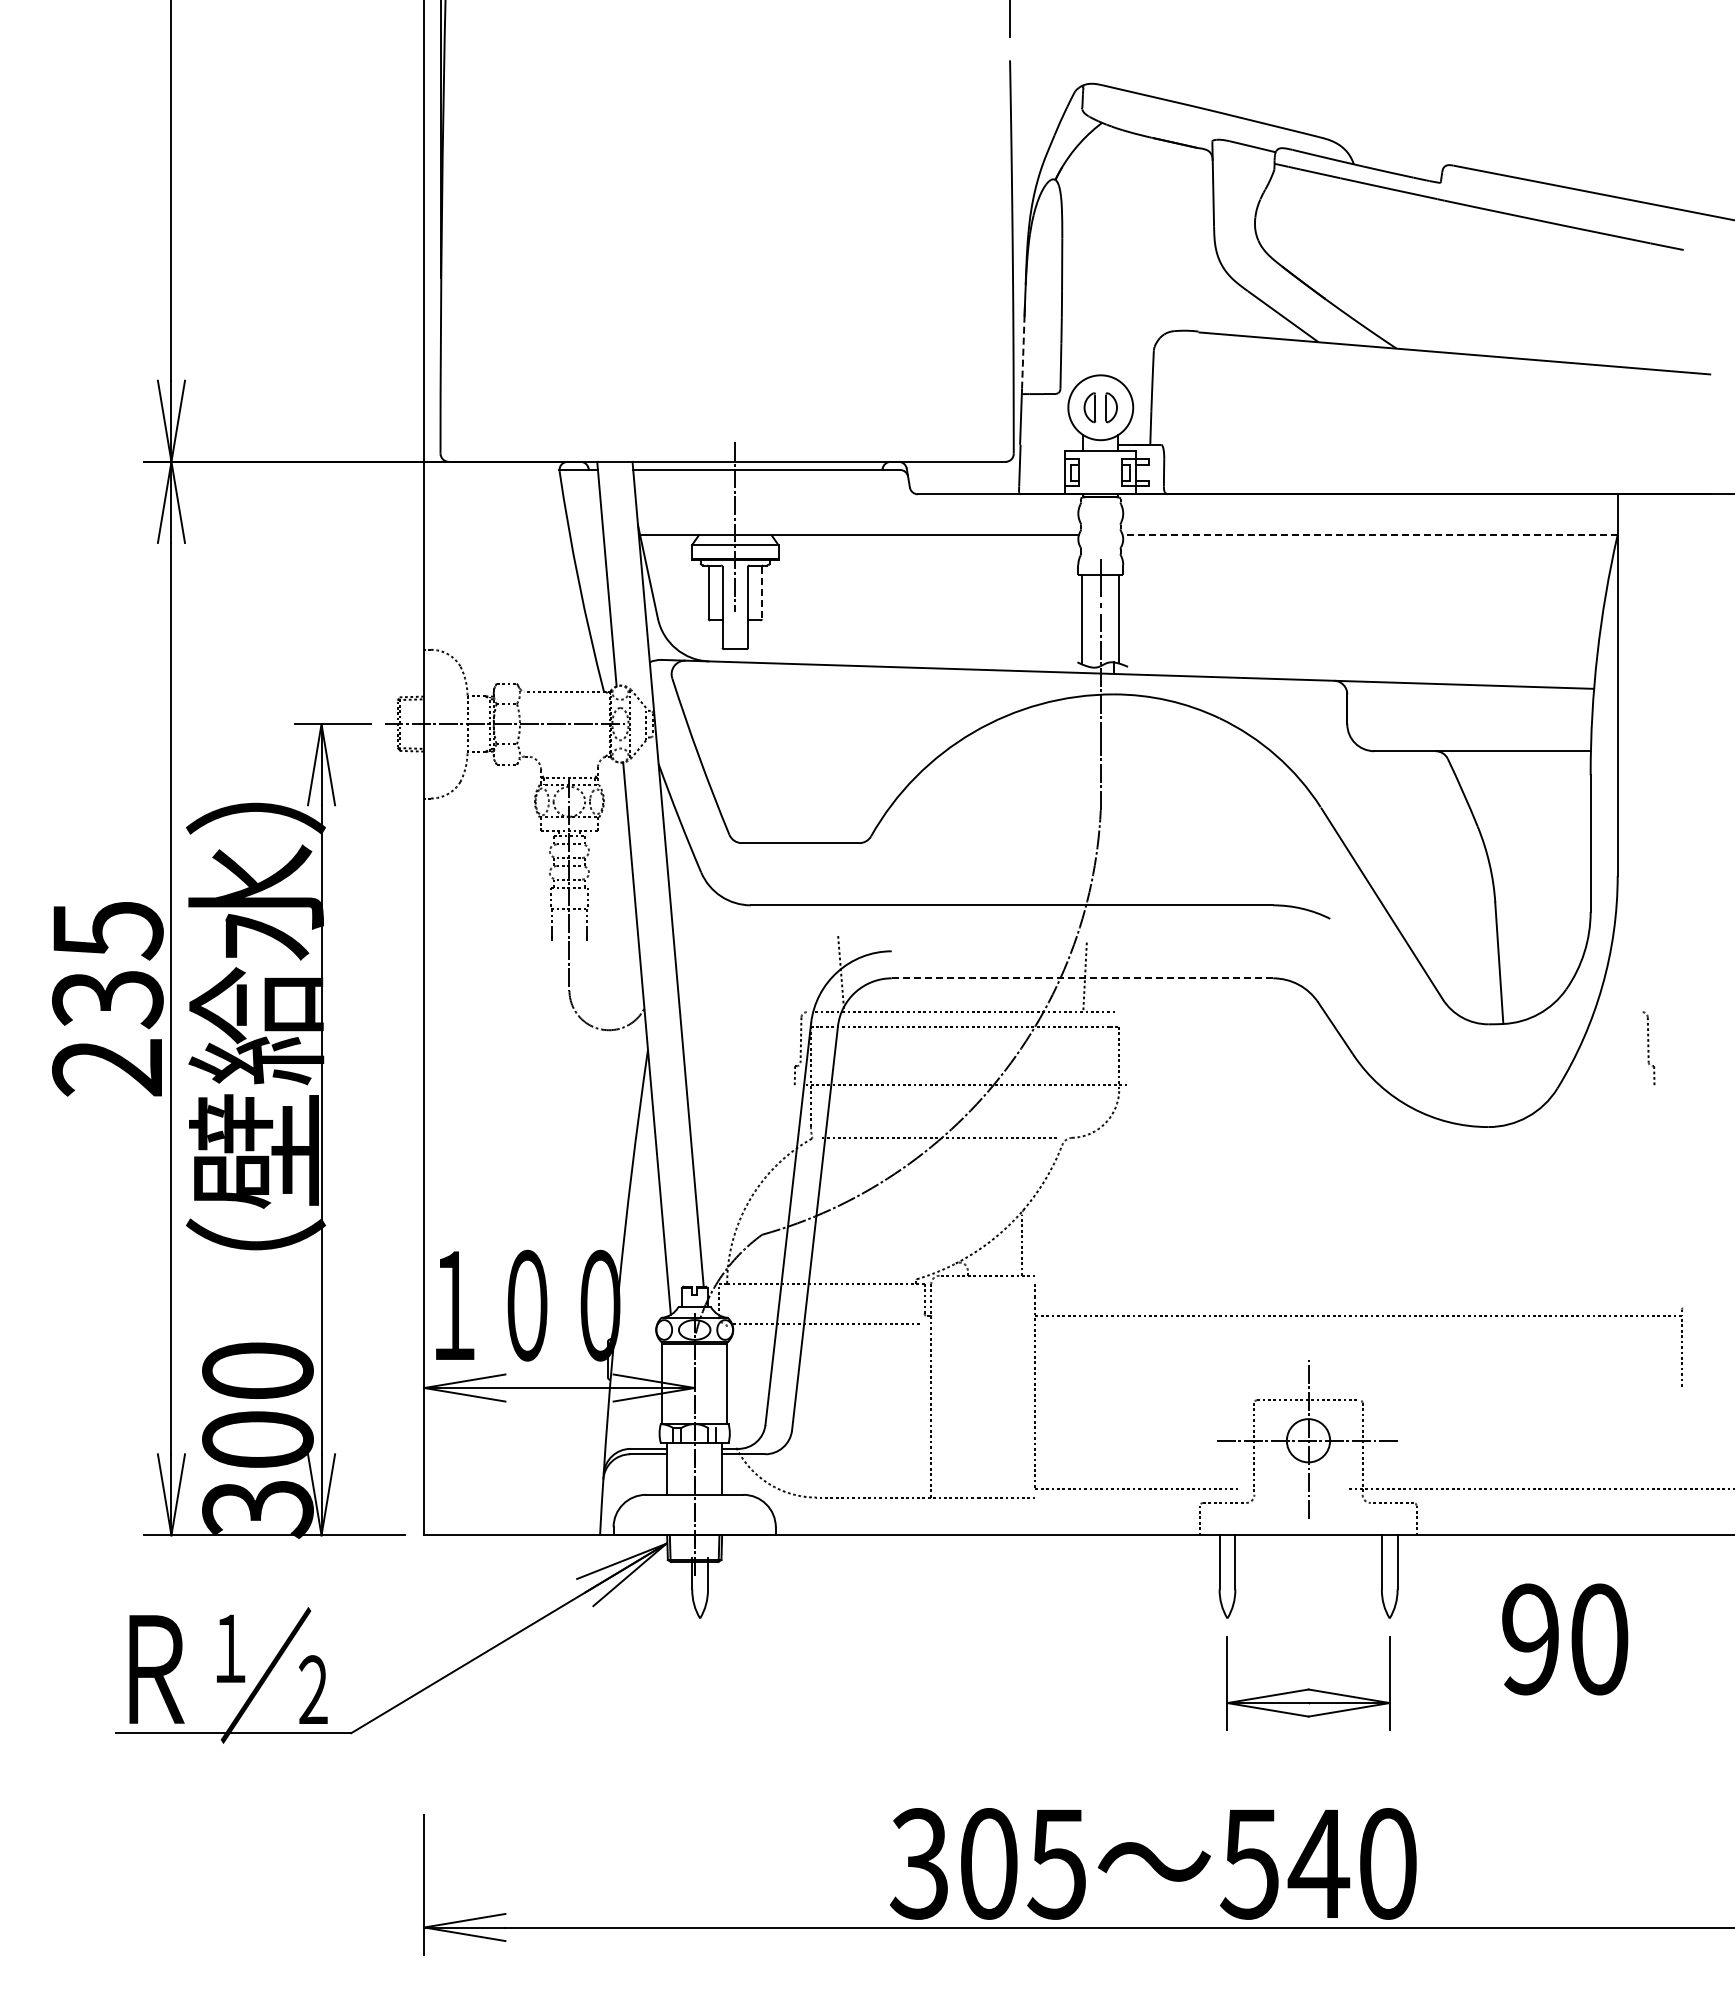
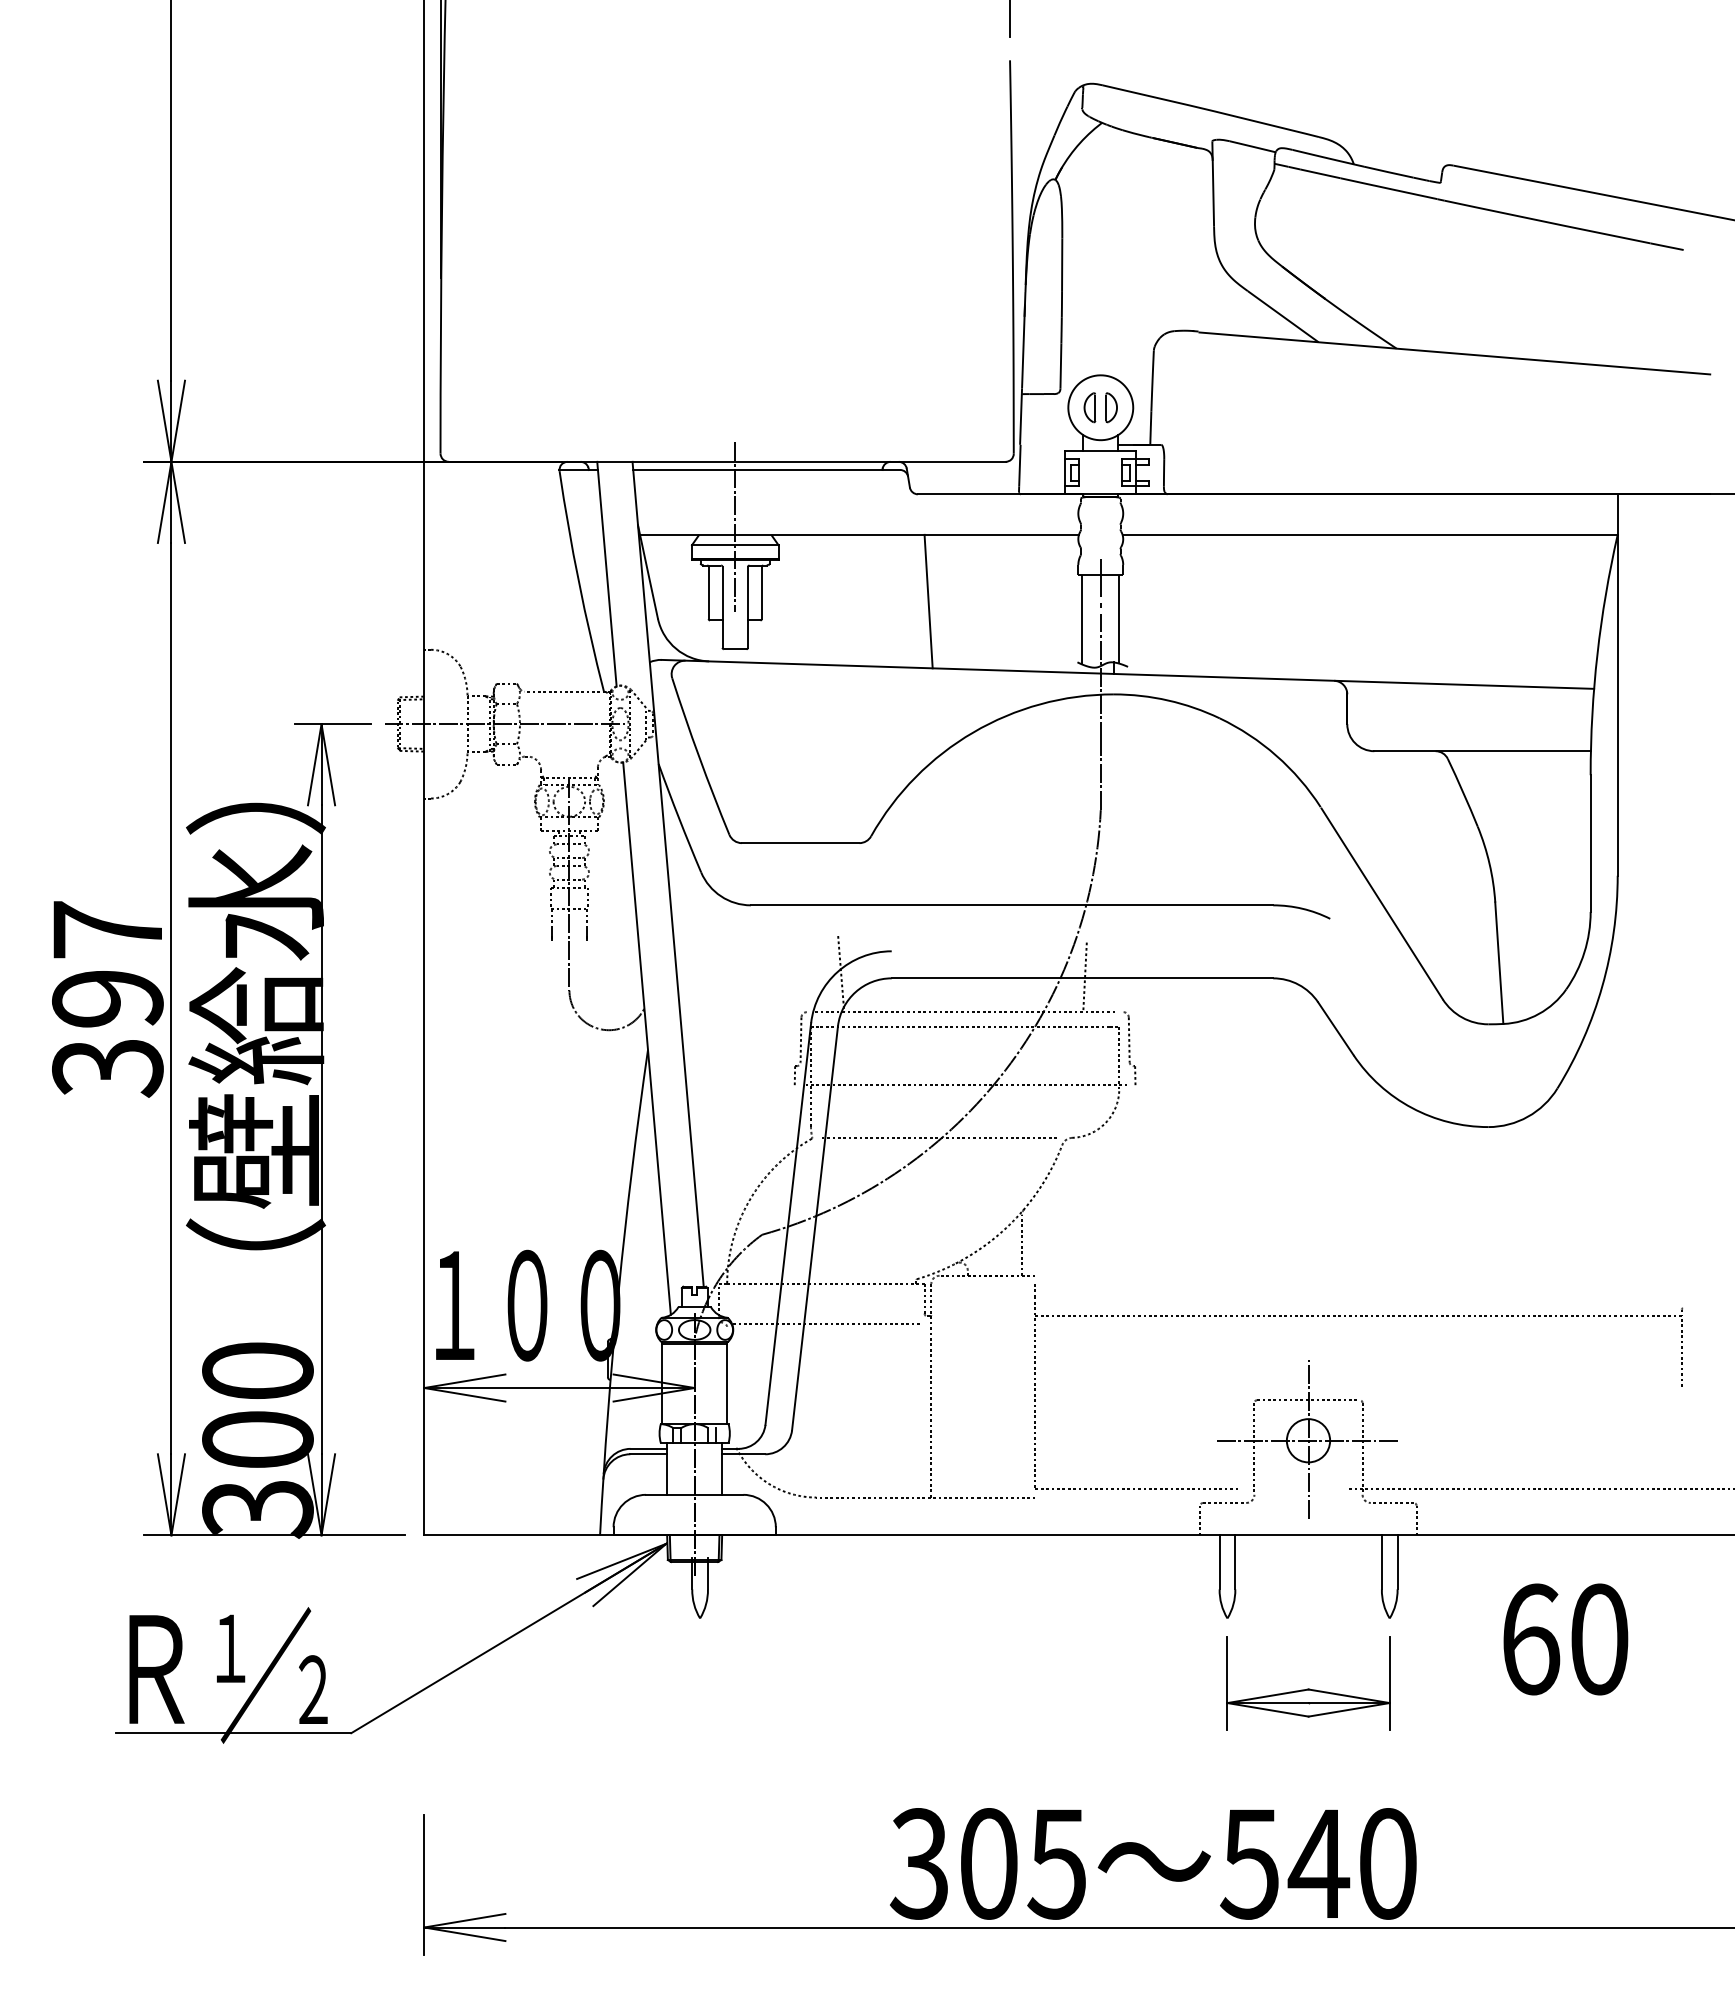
line at (1023, 352): dashed -> solid
line at (1370, 534): dashed -> solid
line at (761, 593): dashed -> solid
line at (928, 601): none -> present
line at (1082, 978): dashed -> solid
text at (107, 999): 235 -> 397
part at (1648, 1048) position: (1648, 1048) -> (1129, 1048)
text at (1531, 1639): 90 -> 60
